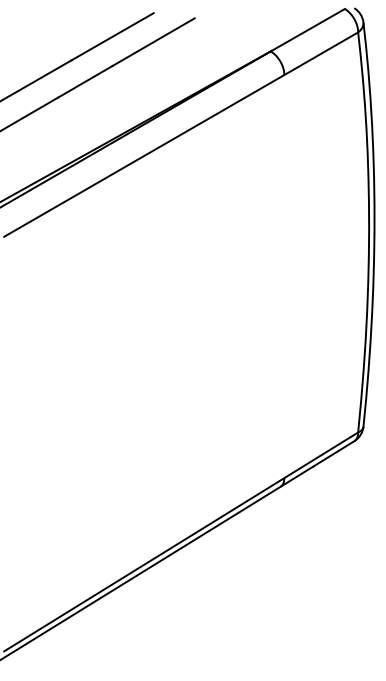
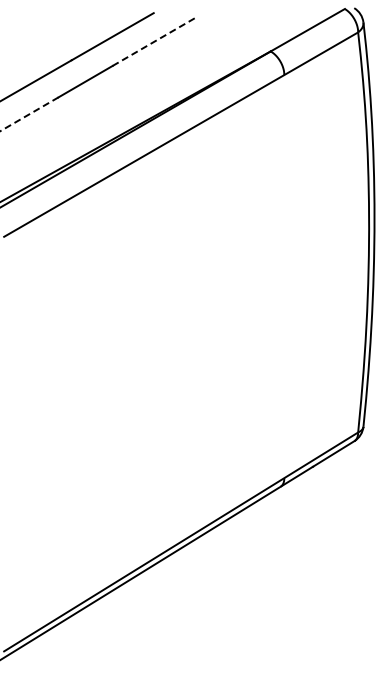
line at (153, 42): solid -> dashed
line at (29, 114): solid -> dashed
